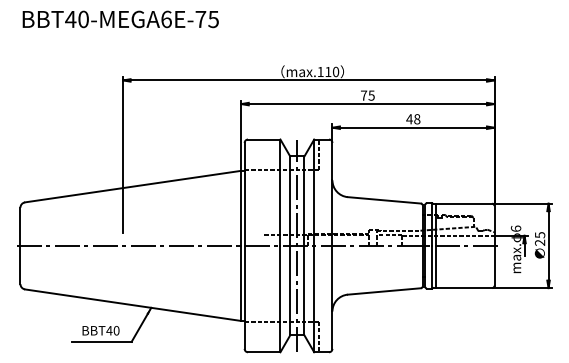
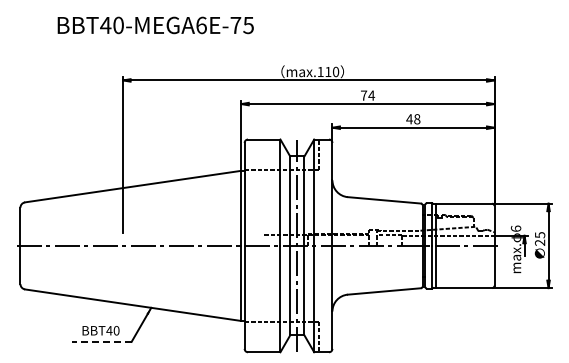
text at (120, 19) position: (120, 19) -> (155, 25)
text at (371, 95): 75 -> 74
line at (101, 341): solid -> dashed
